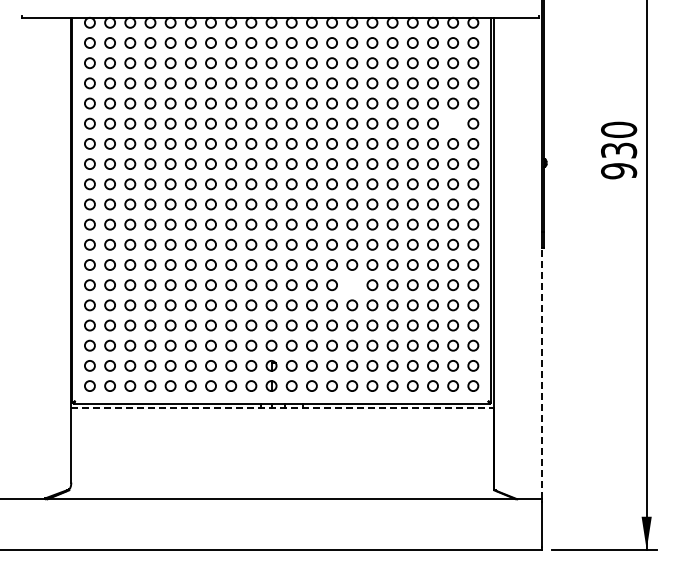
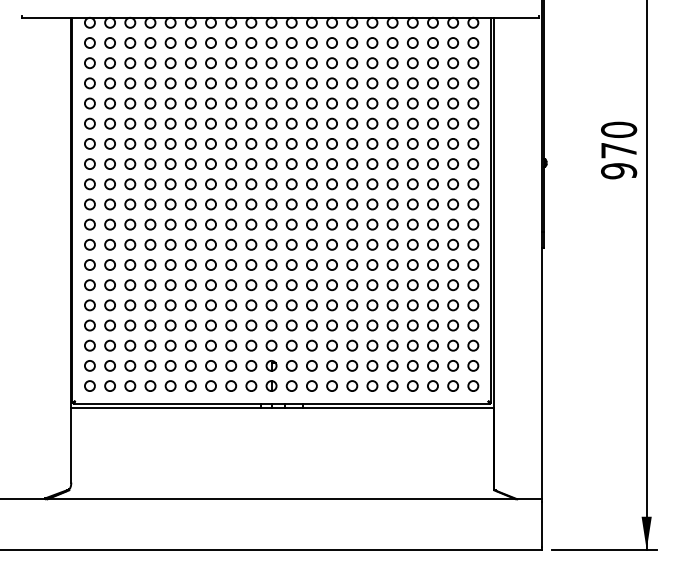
circle at (452, 123): none -> present
text at (619, 150): 930 -> 970
circle at (352, 285): none -> present
line at (542, 373): dashed -> solid
line at (283, 408): dashed -> solid
